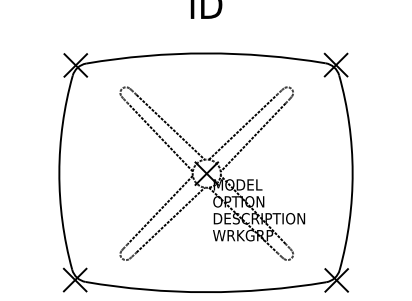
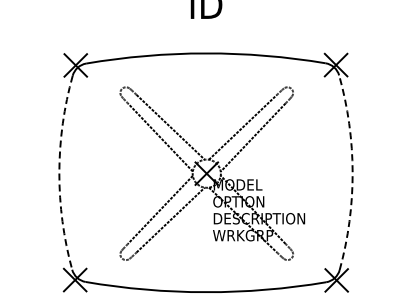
arc at (59, 172): solid -> dashed
arc at (352, 172): solid -> dashed
